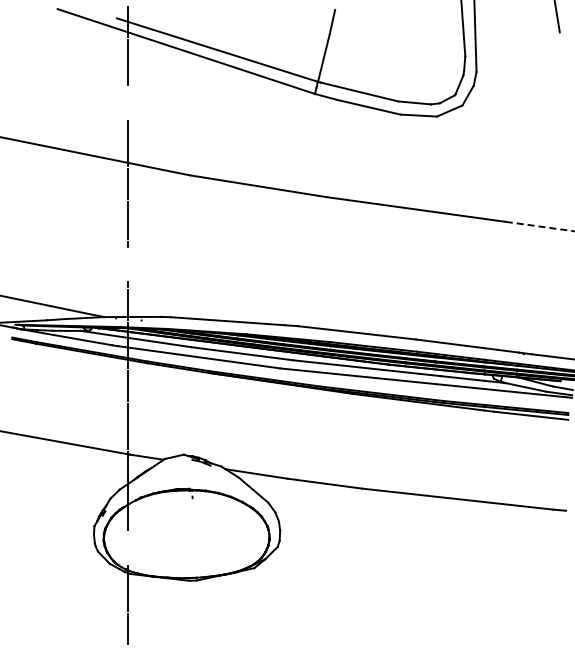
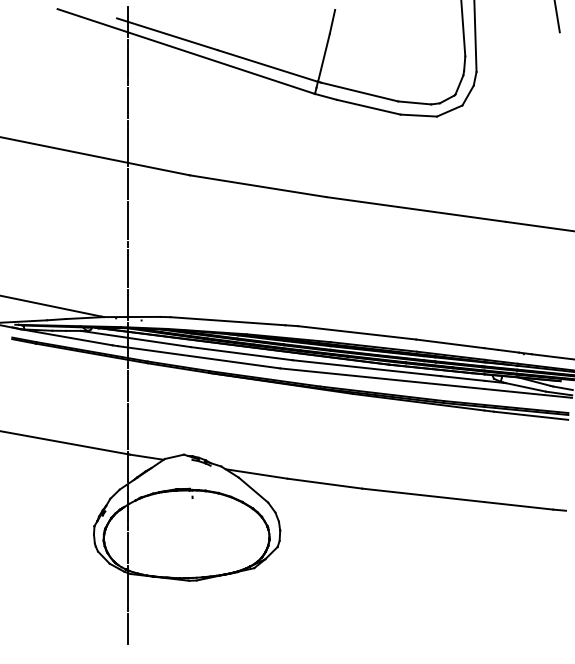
line at (127, 102): none -> present
line at (540, 226): dashed -> solid
line at (127, 264): none -> present
line at (127, 547): none -> present
